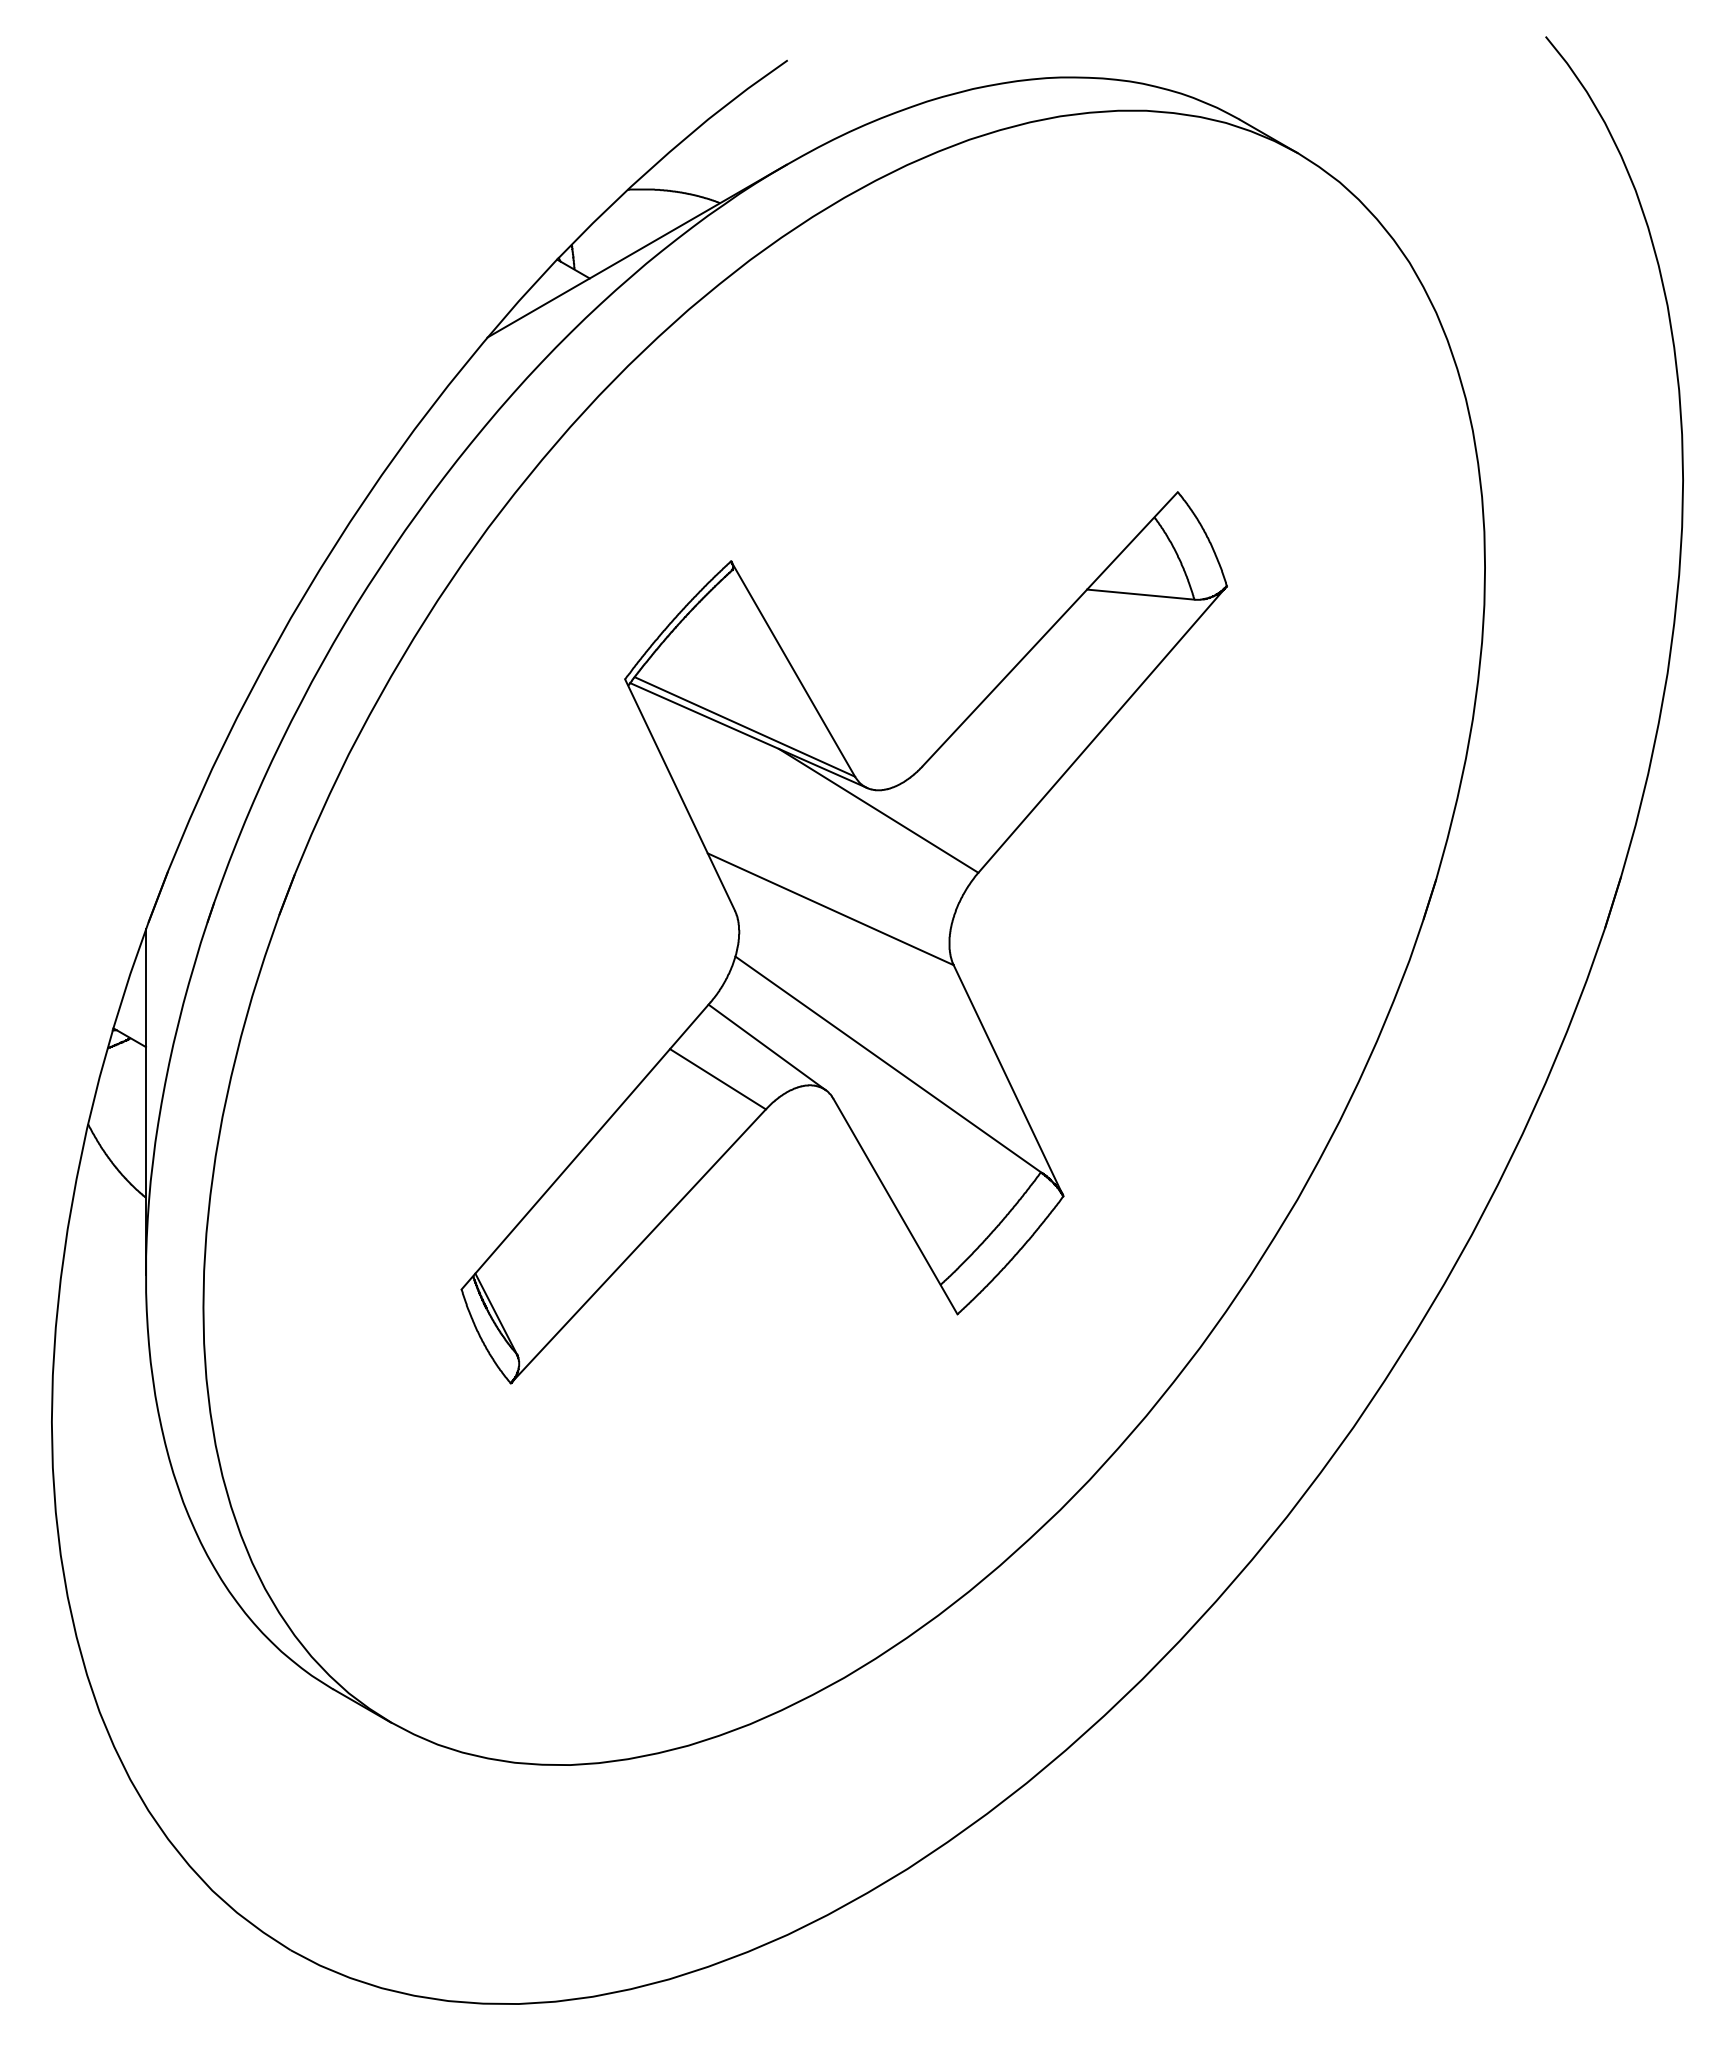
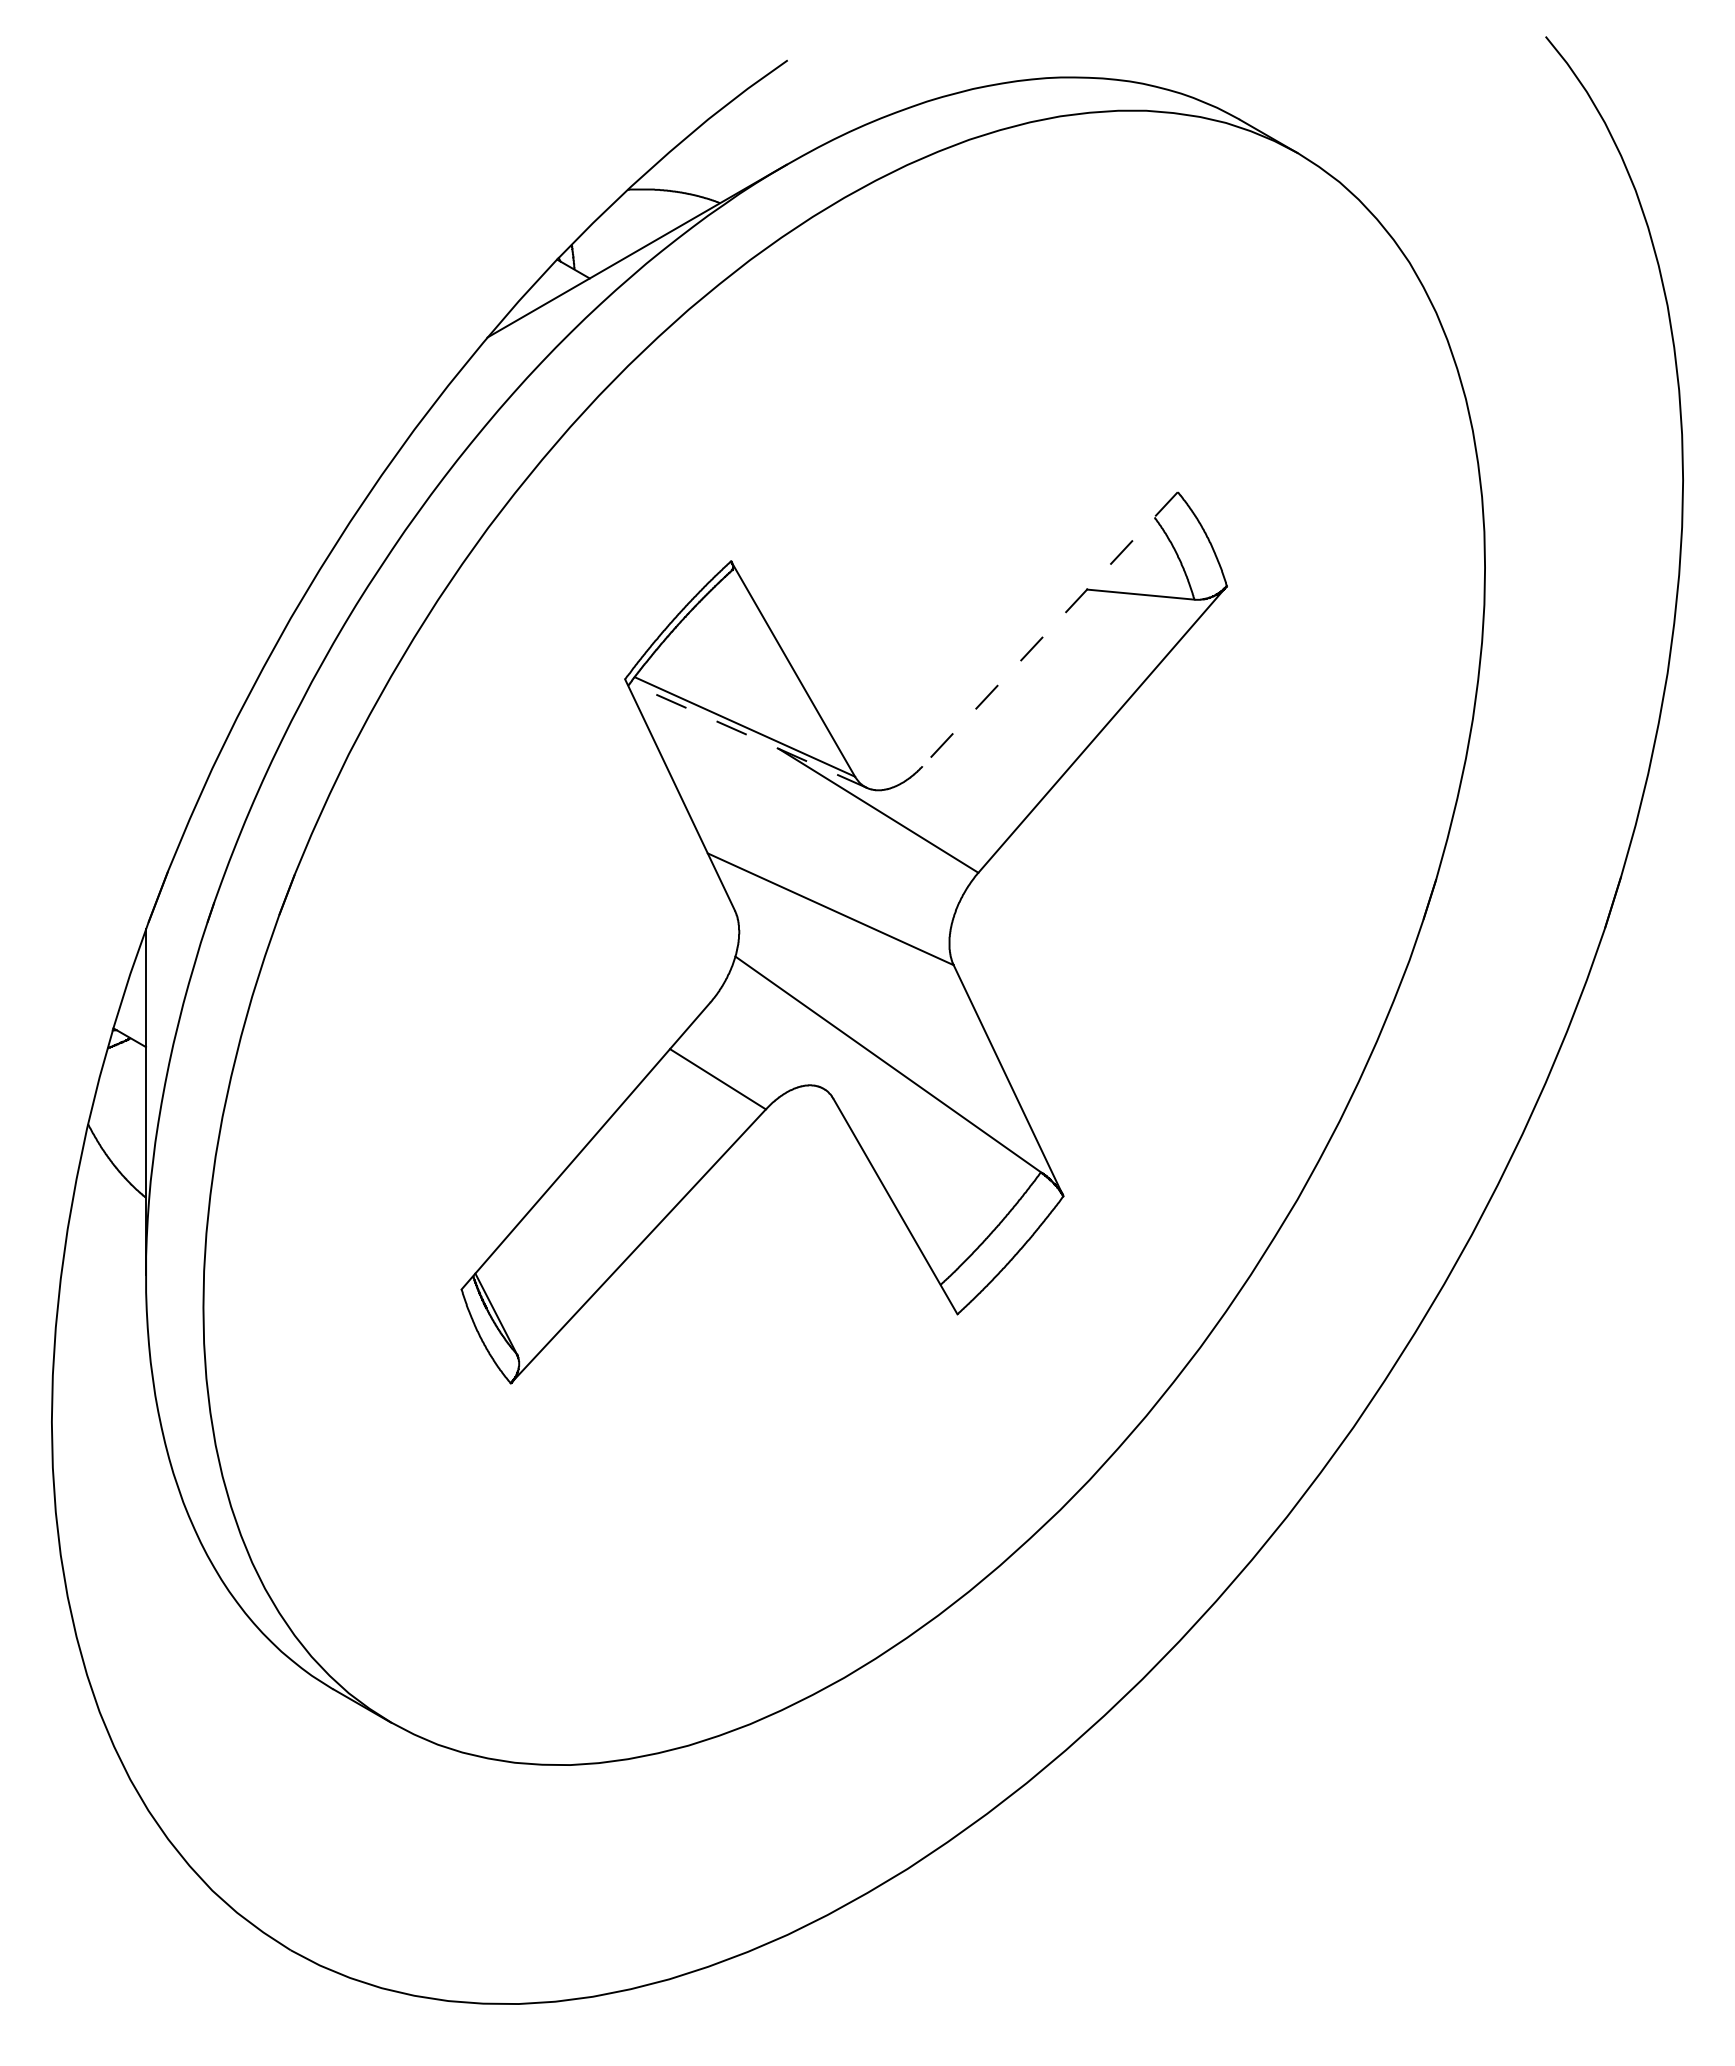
line at (1049, 629): solid -> dashed
line at (748, 735): solid -> dashed
line at (766, 1047): present -> none
